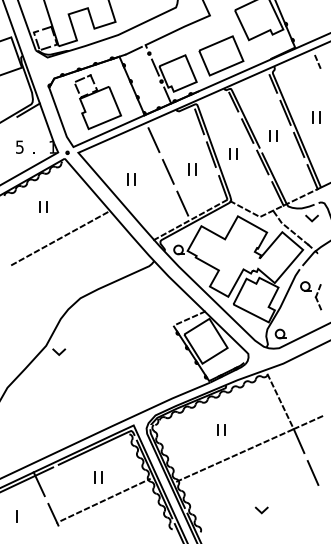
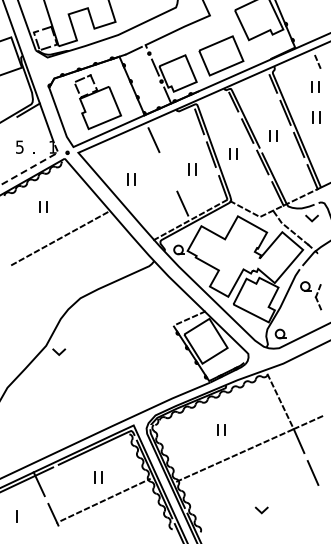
part at (315, 86): none -> present
line at (34, 165): solid -> dashed
line at (167, 171): present -> none
